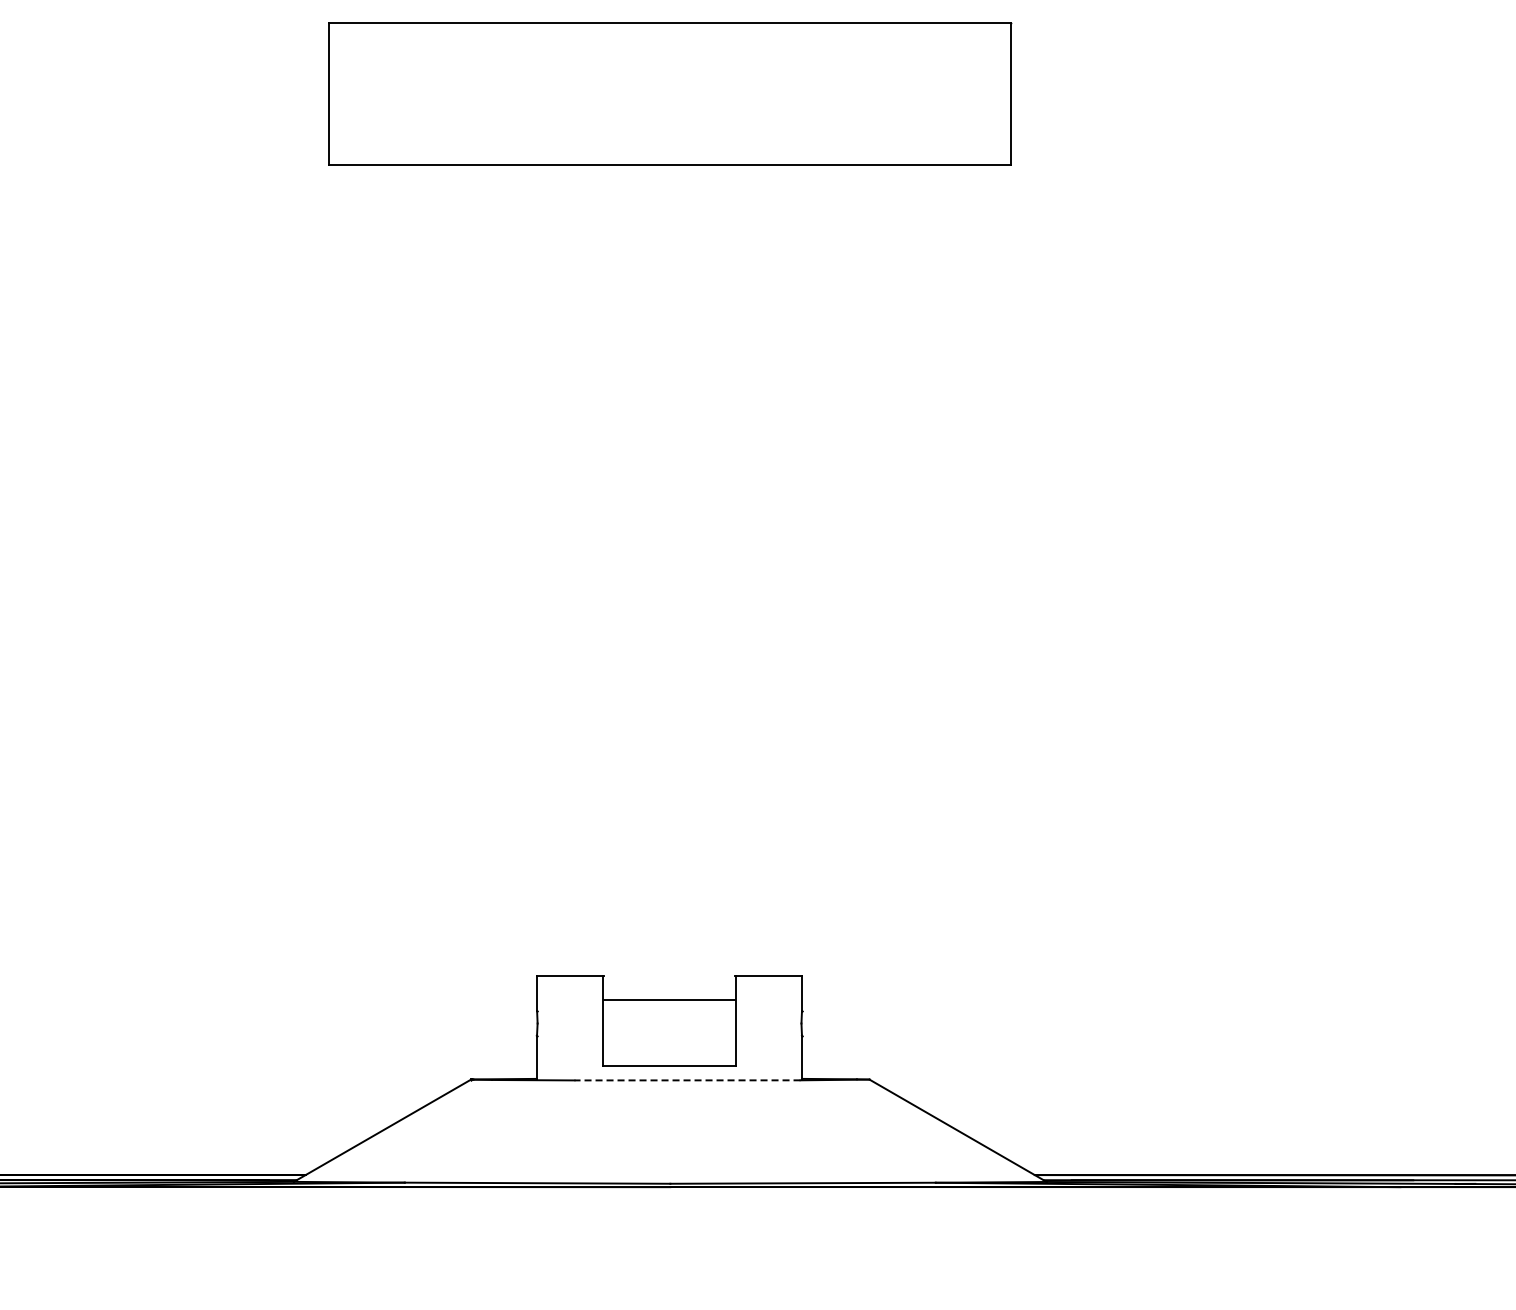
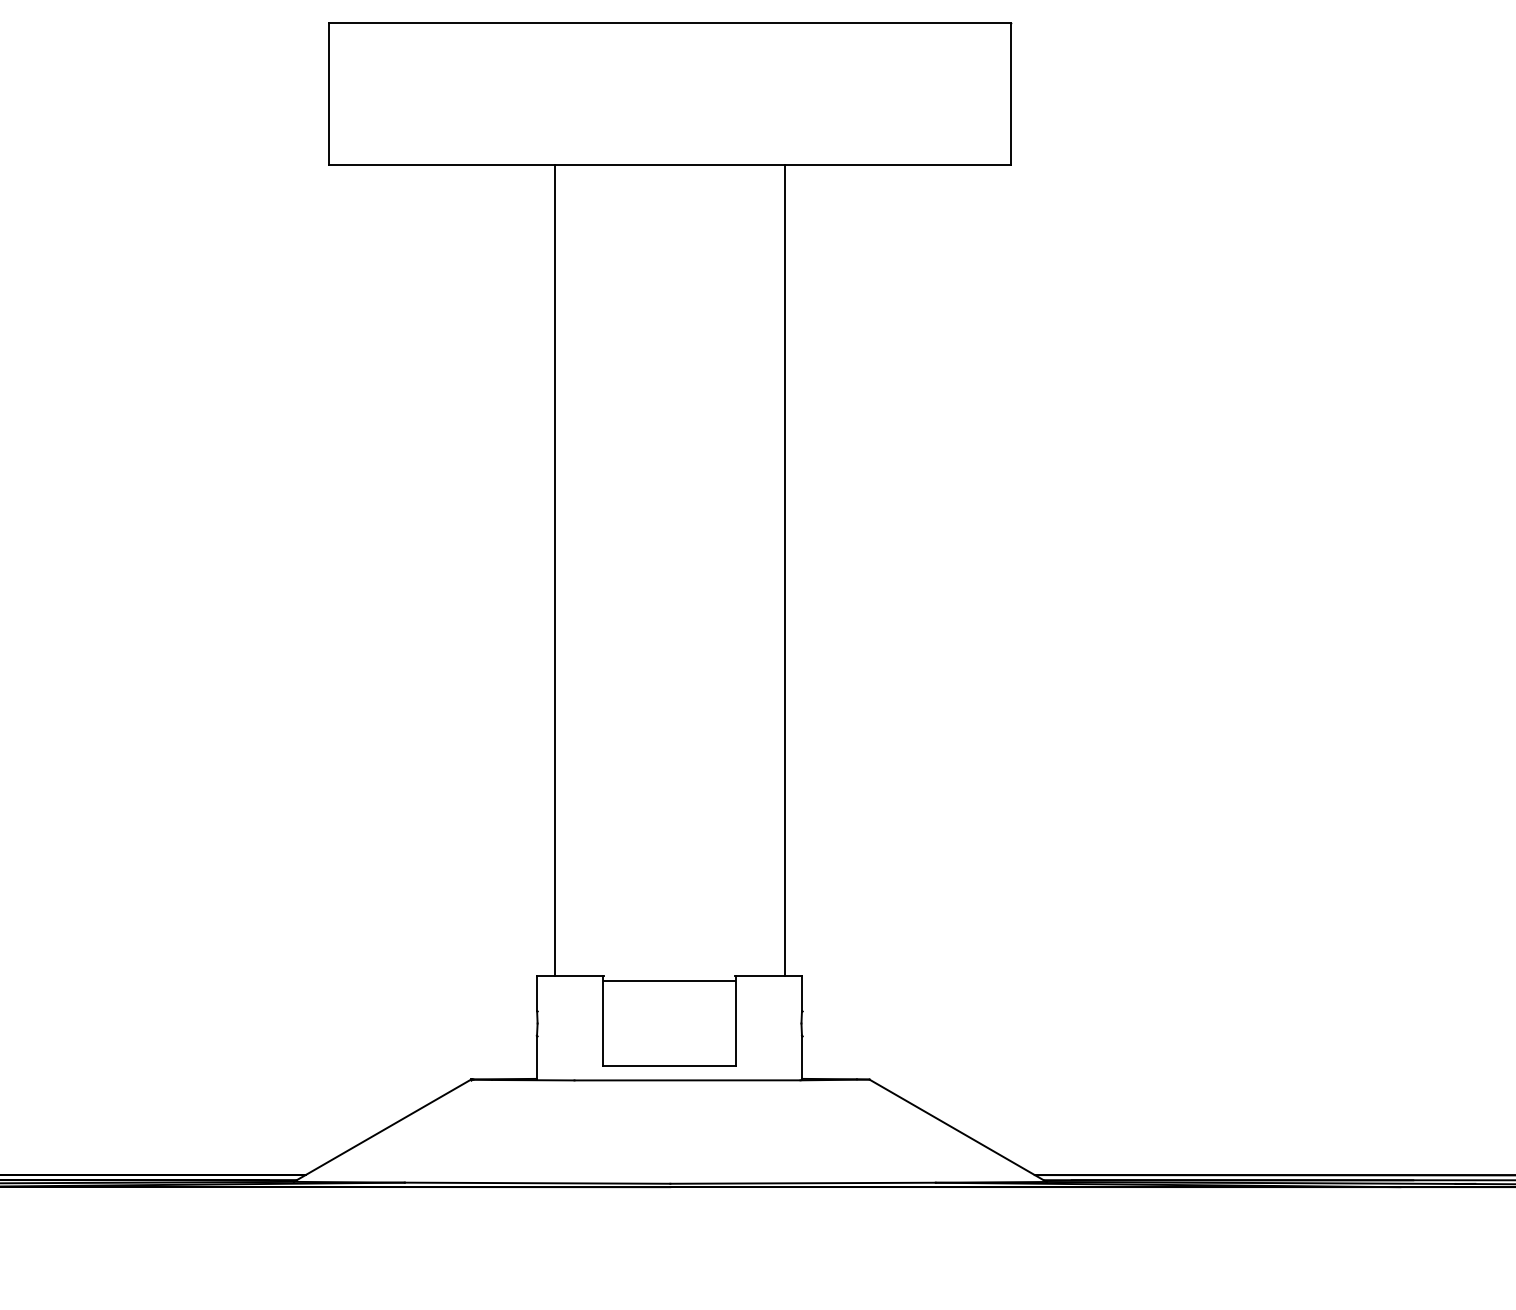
line at (555, 570): none -> present
line at (785, 570): none -> present
line at (669, 999) position: (669, 999) -> (669, 980)
line at (687, 1080): dashed -> solid
